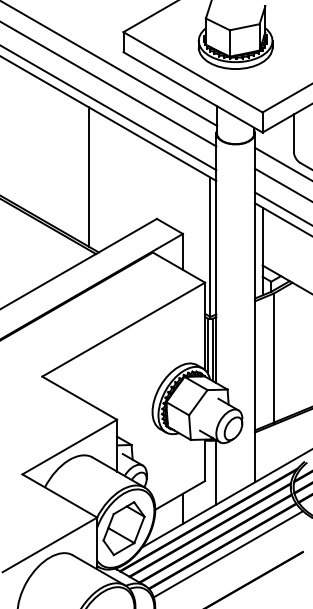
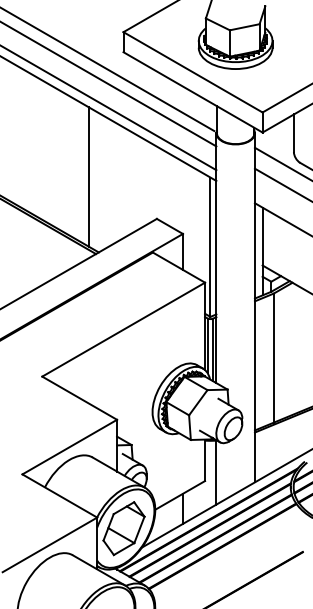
line at (109, 64) position: (109, 64) -> (108, 69)
line at (281, 207): present -> none
line at (227, 554): present -> none
